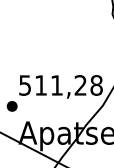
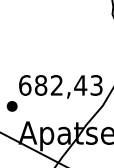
text at (60, 85): 511,28 -> 682,43
